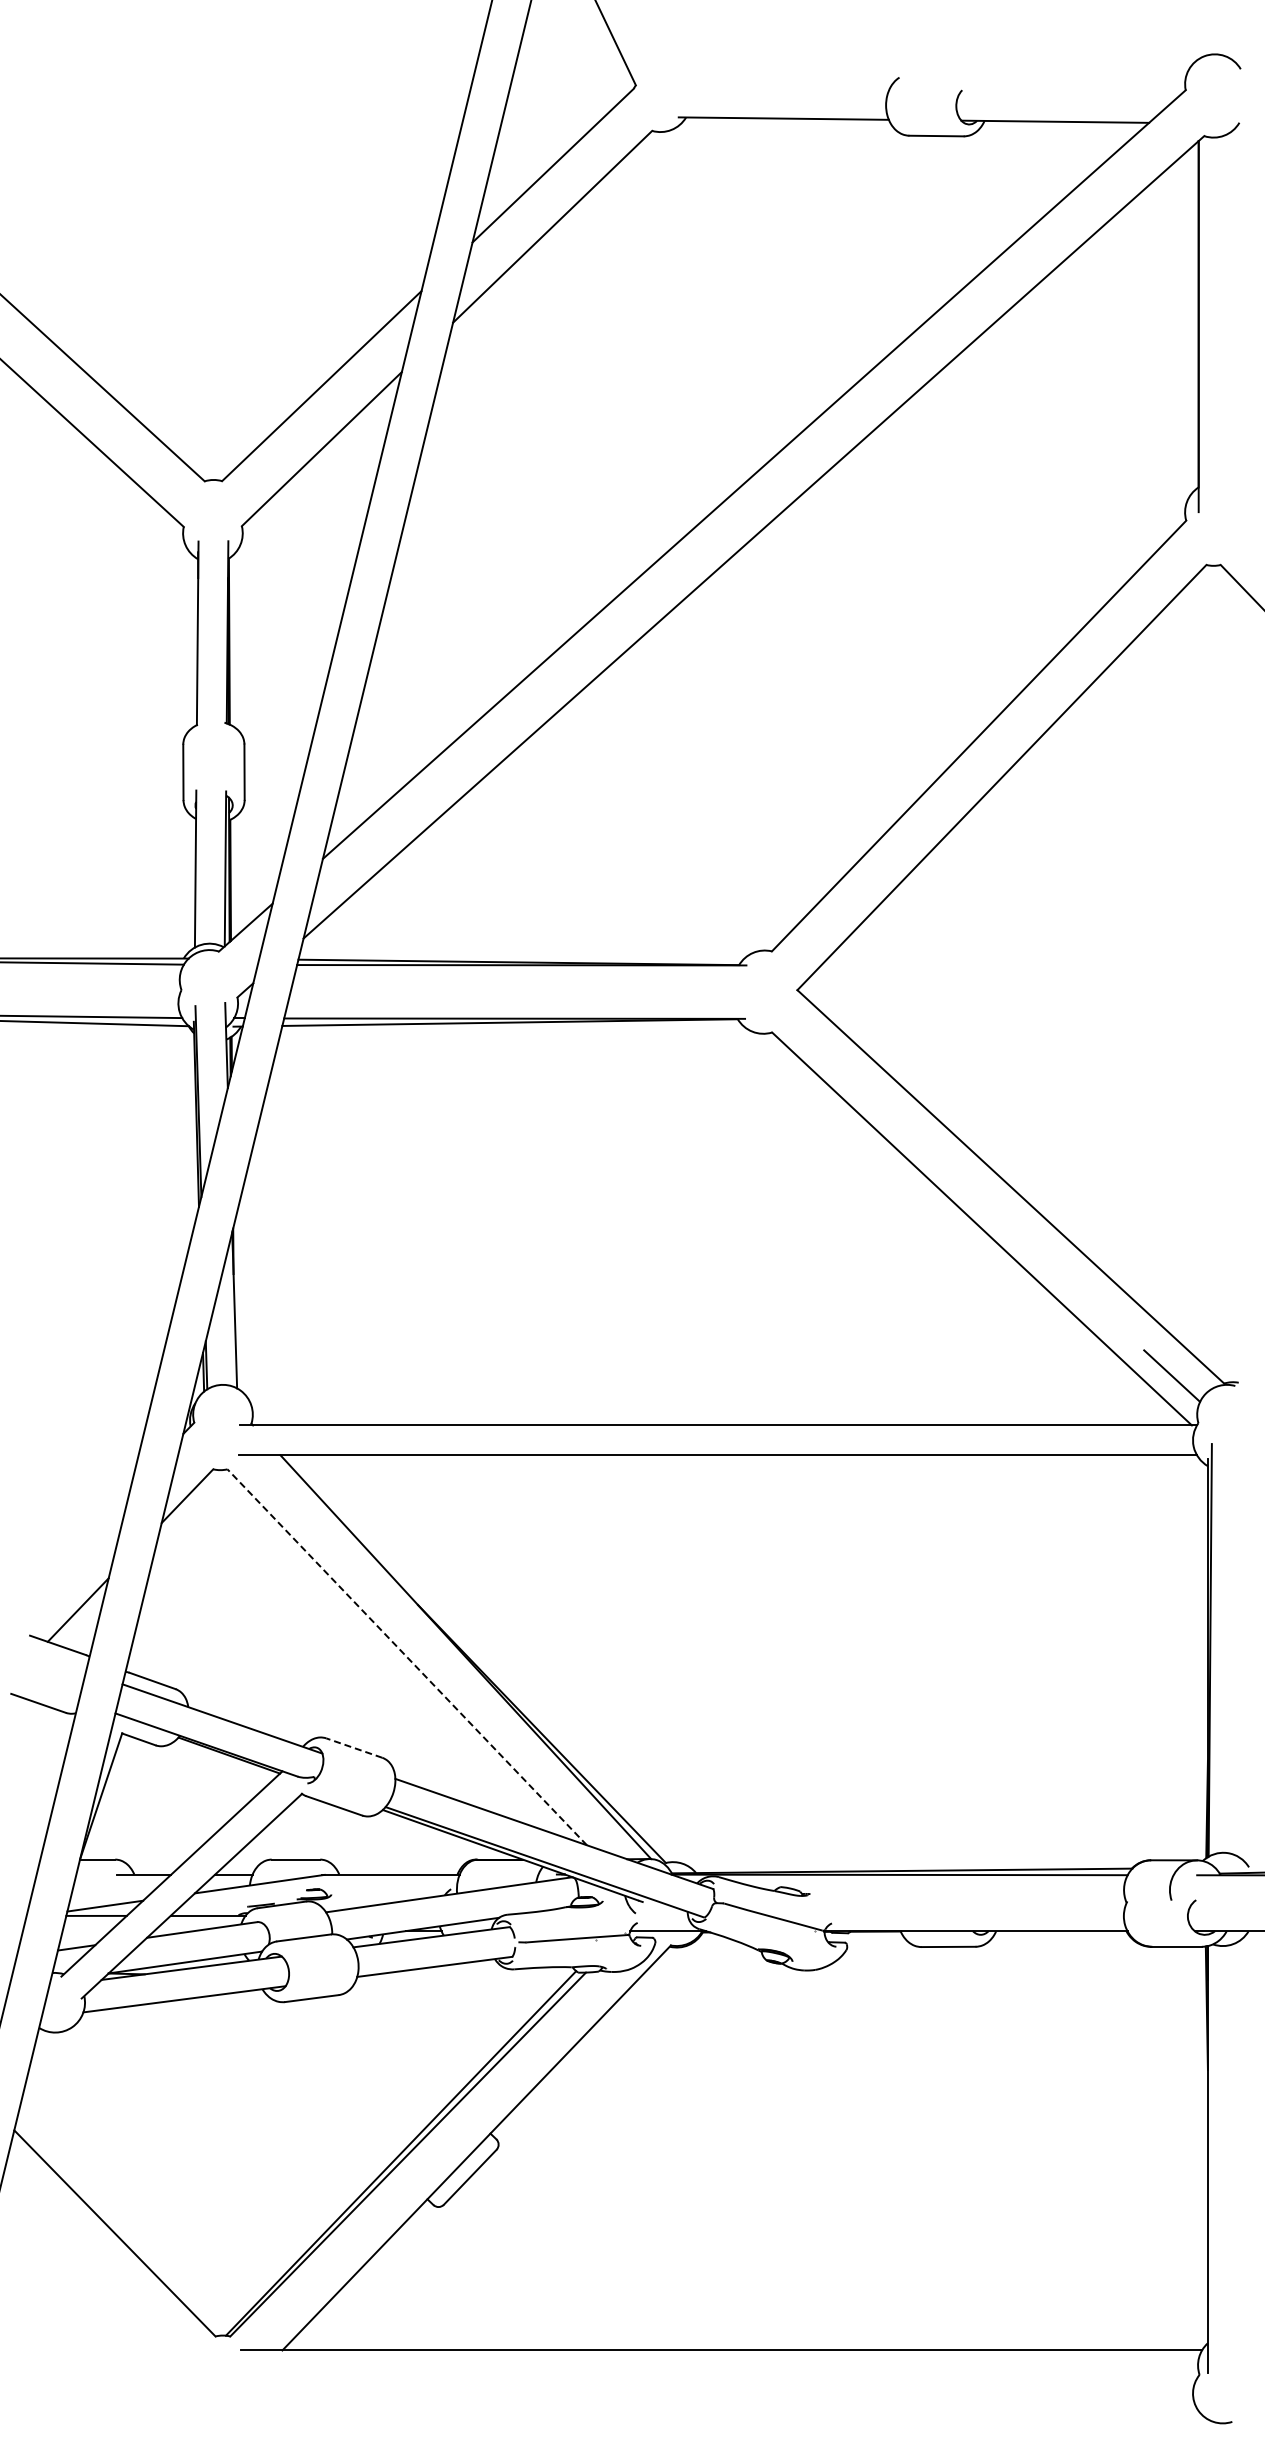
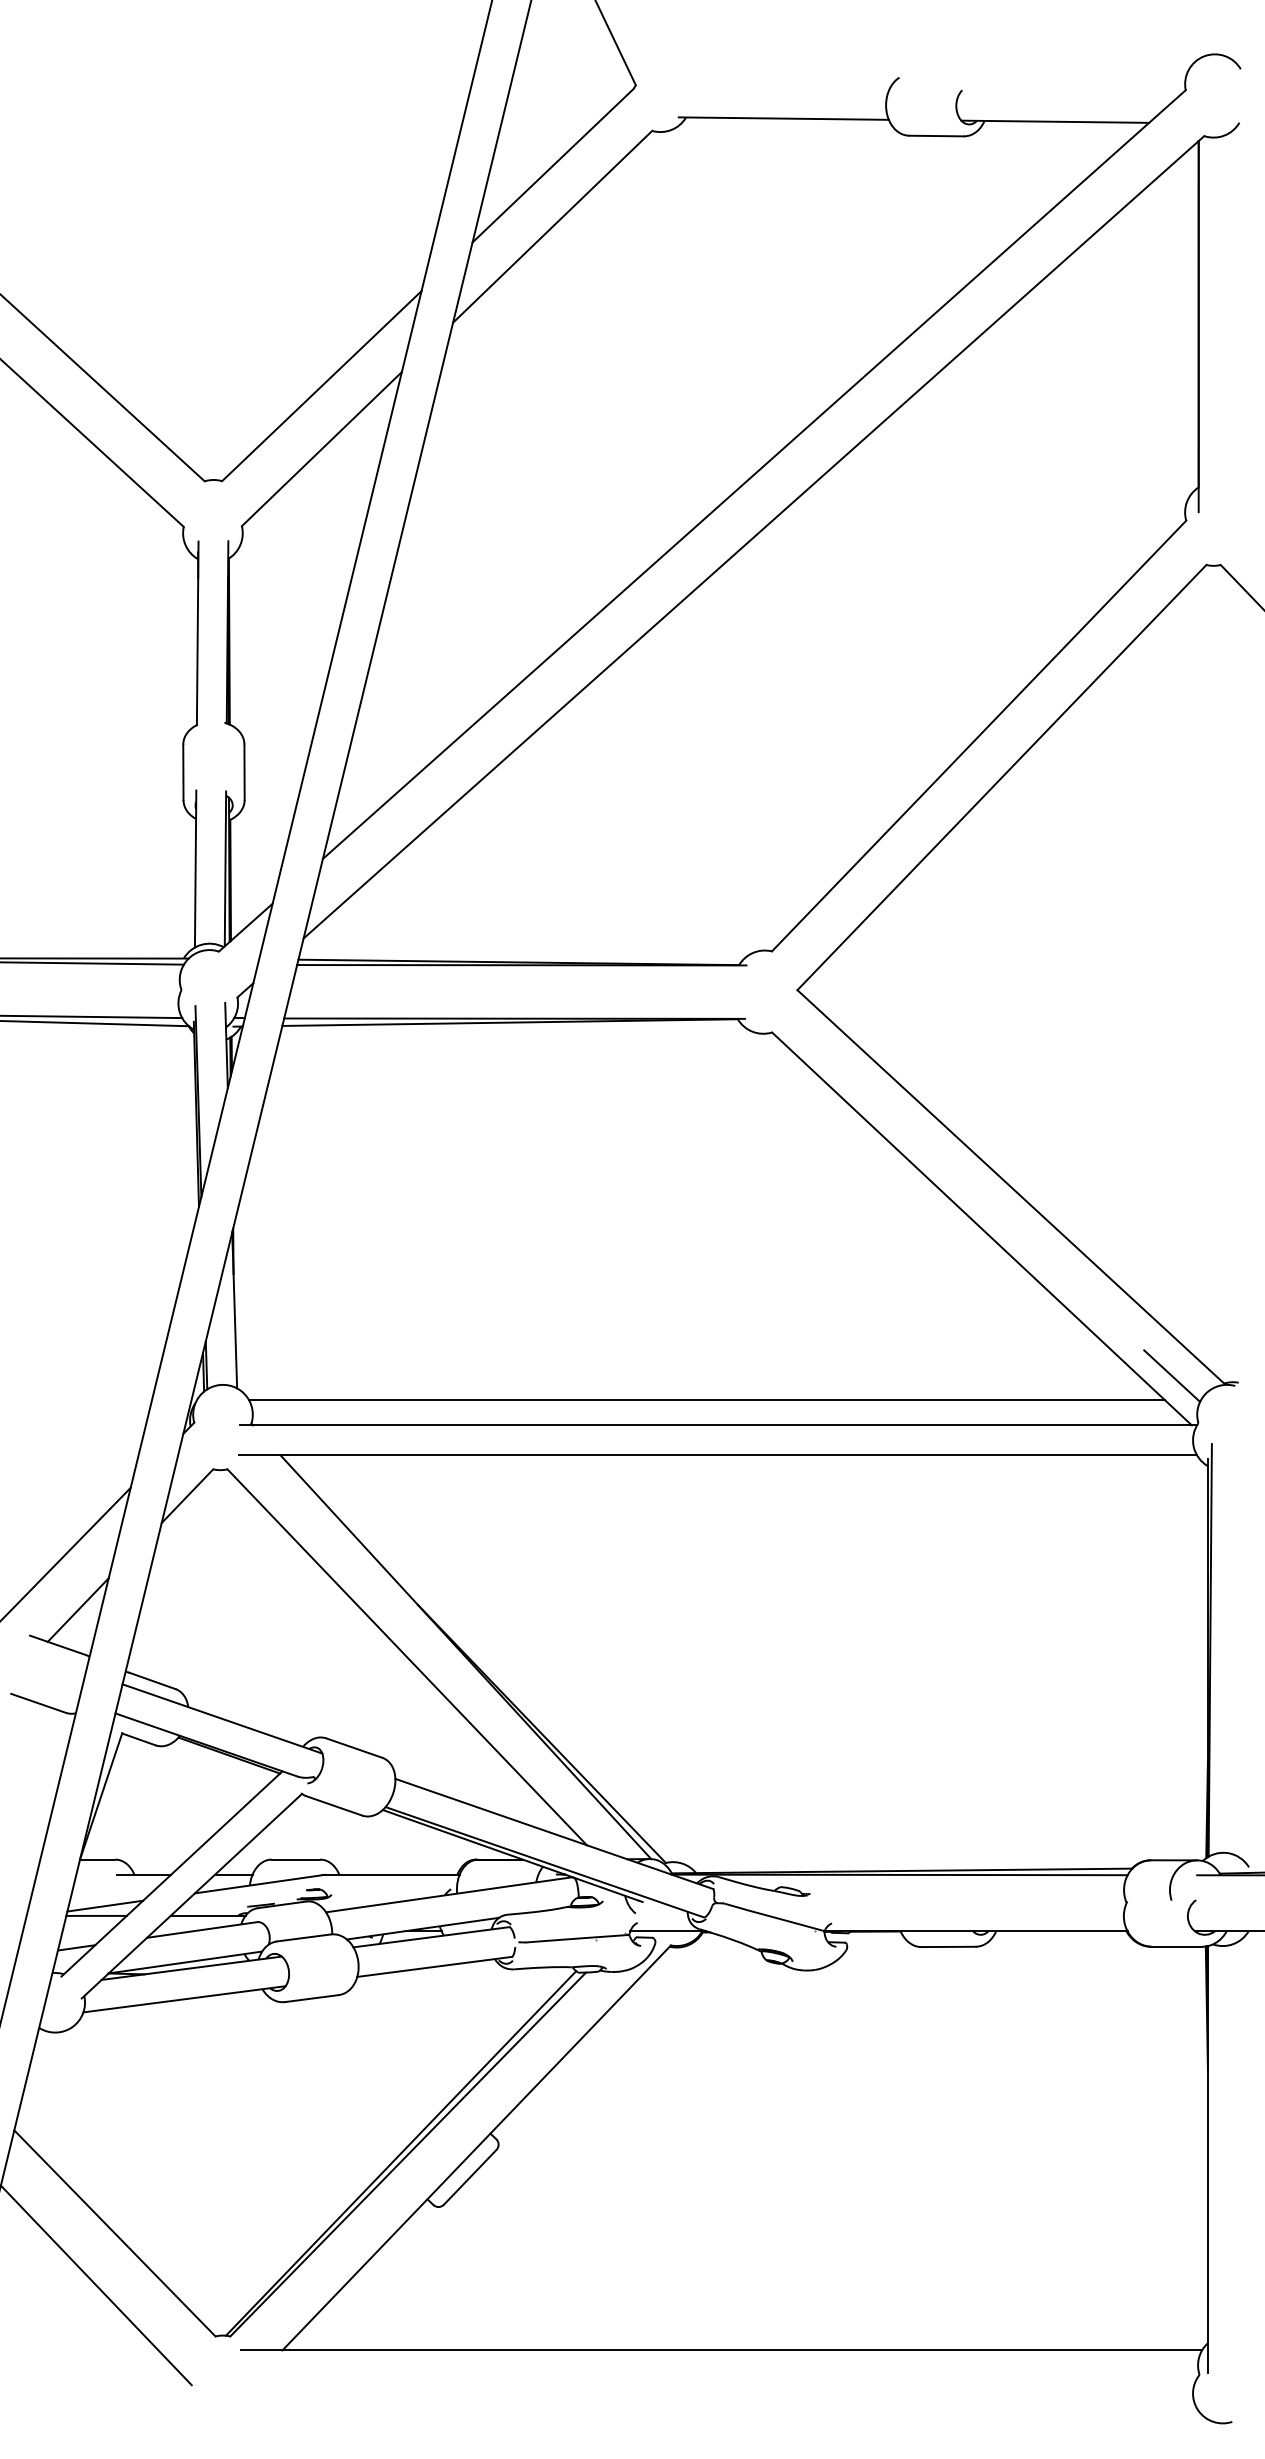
line at (706, 1399): none -> present
line at (66, 1553): none -> present
line at (406, 1656): dashed -> solid
line at (354, 1748): dashed -> solid
line at (96, 2286): none -> present
